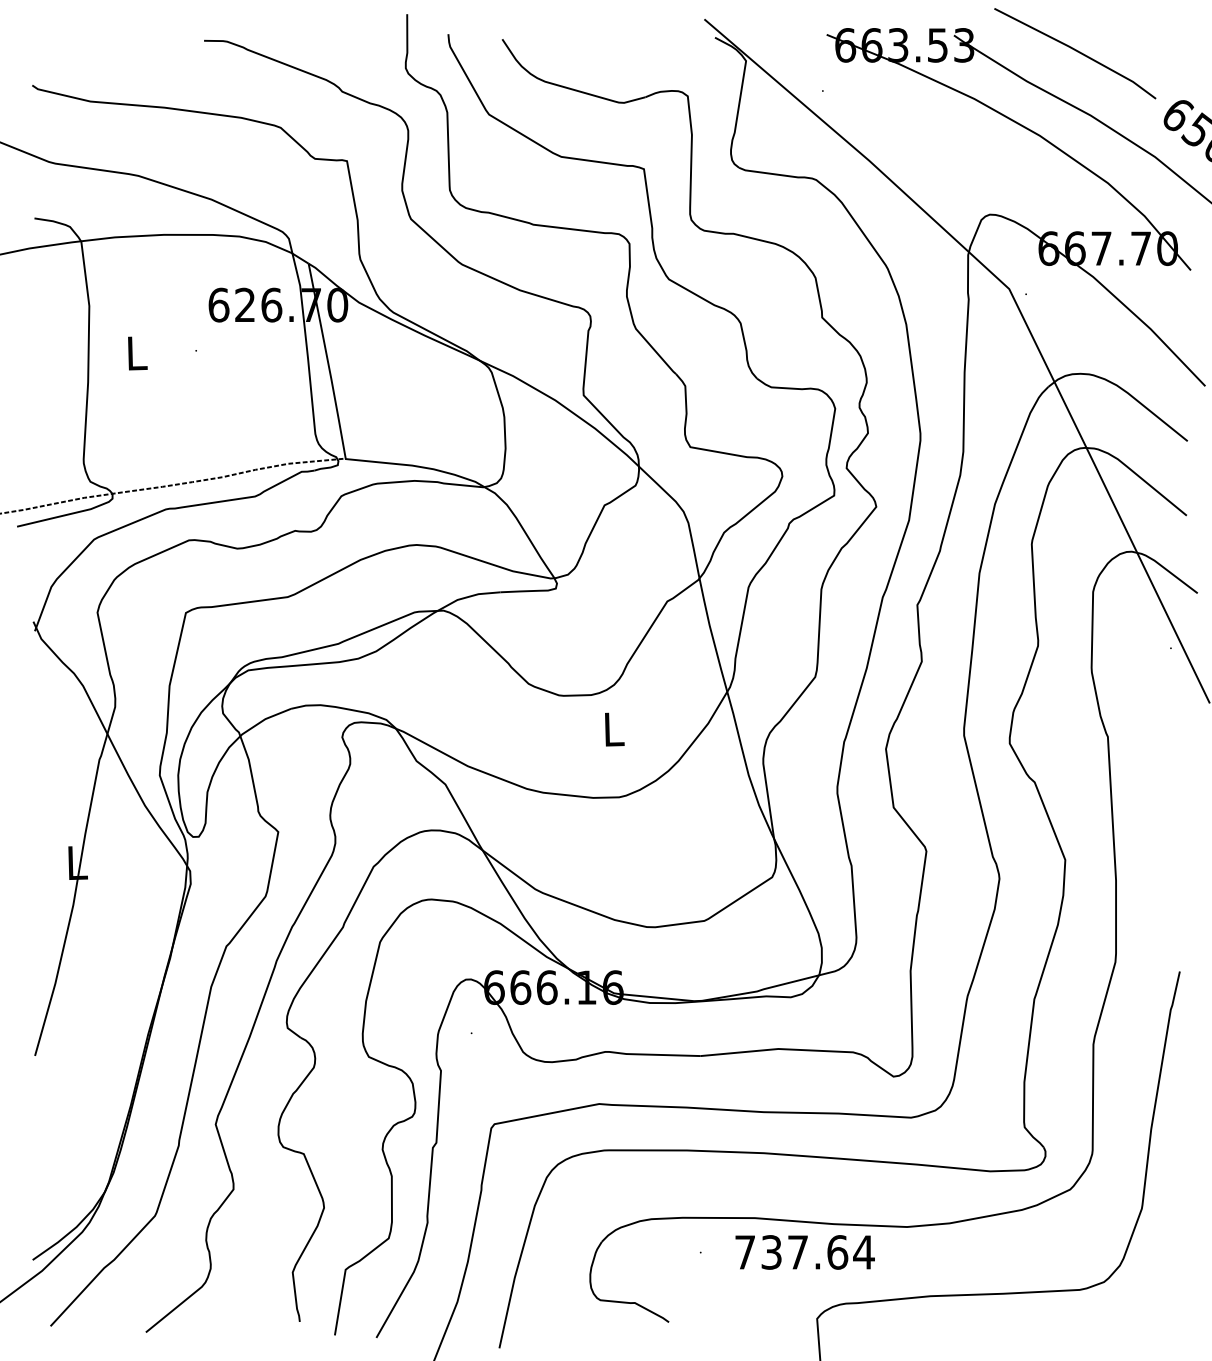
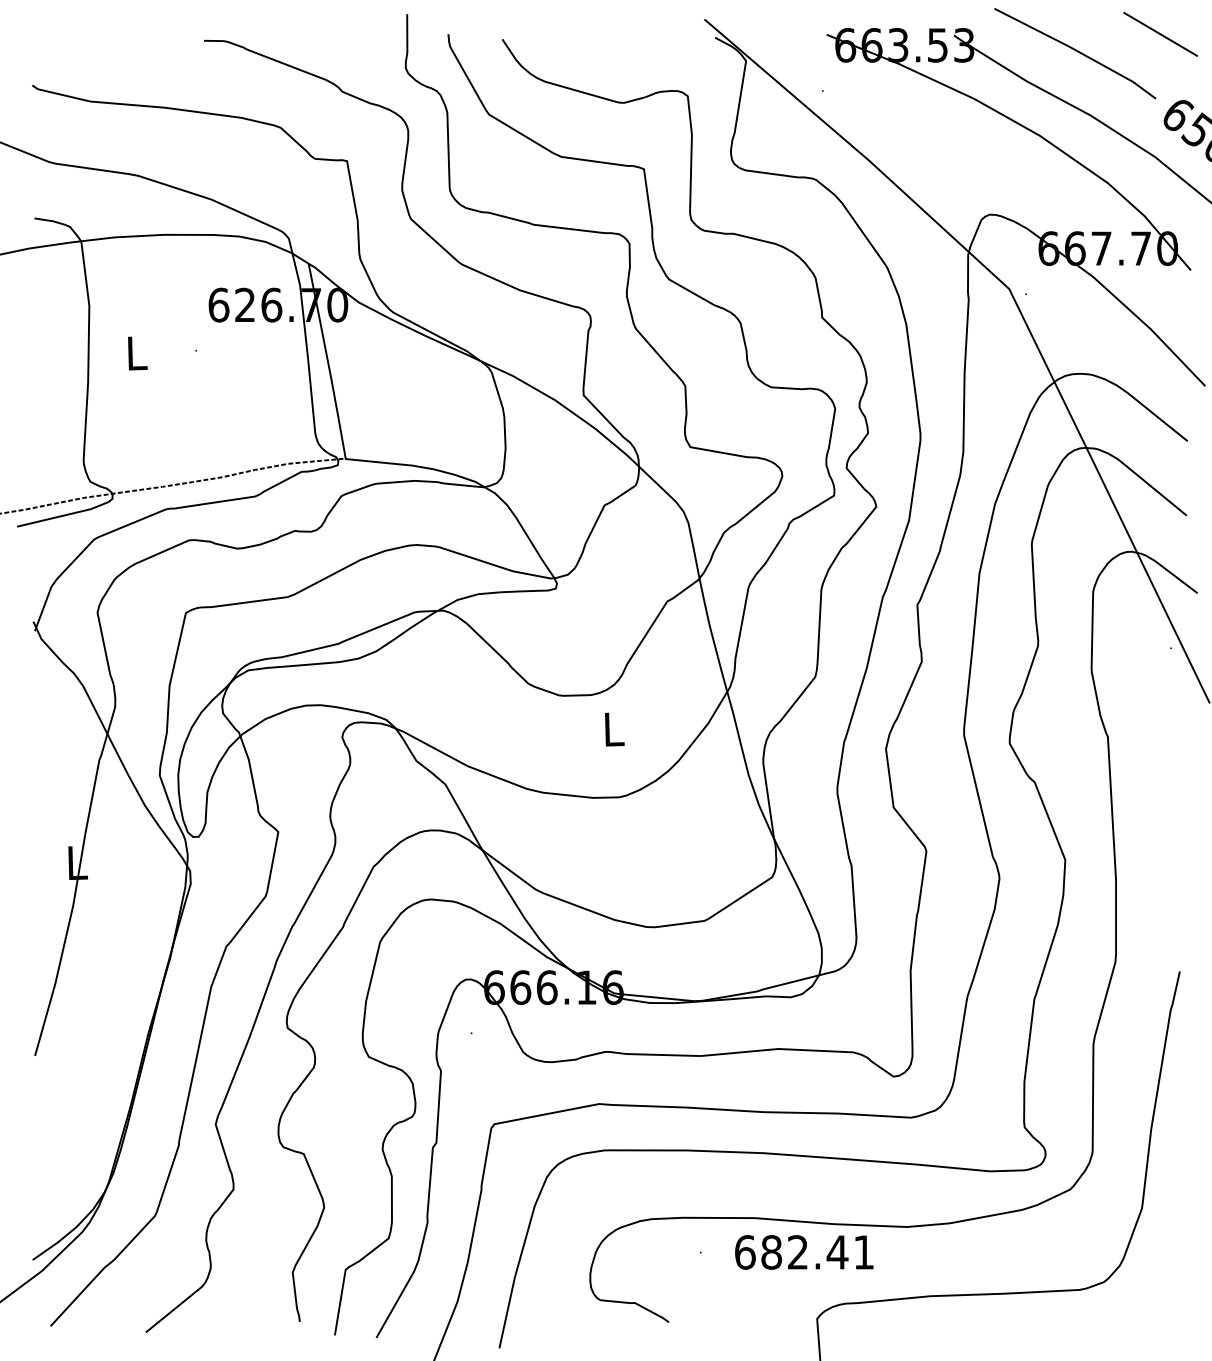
line at (1160, 34): none -> present
text at (804, 1252): 737.64 -> 682.41
